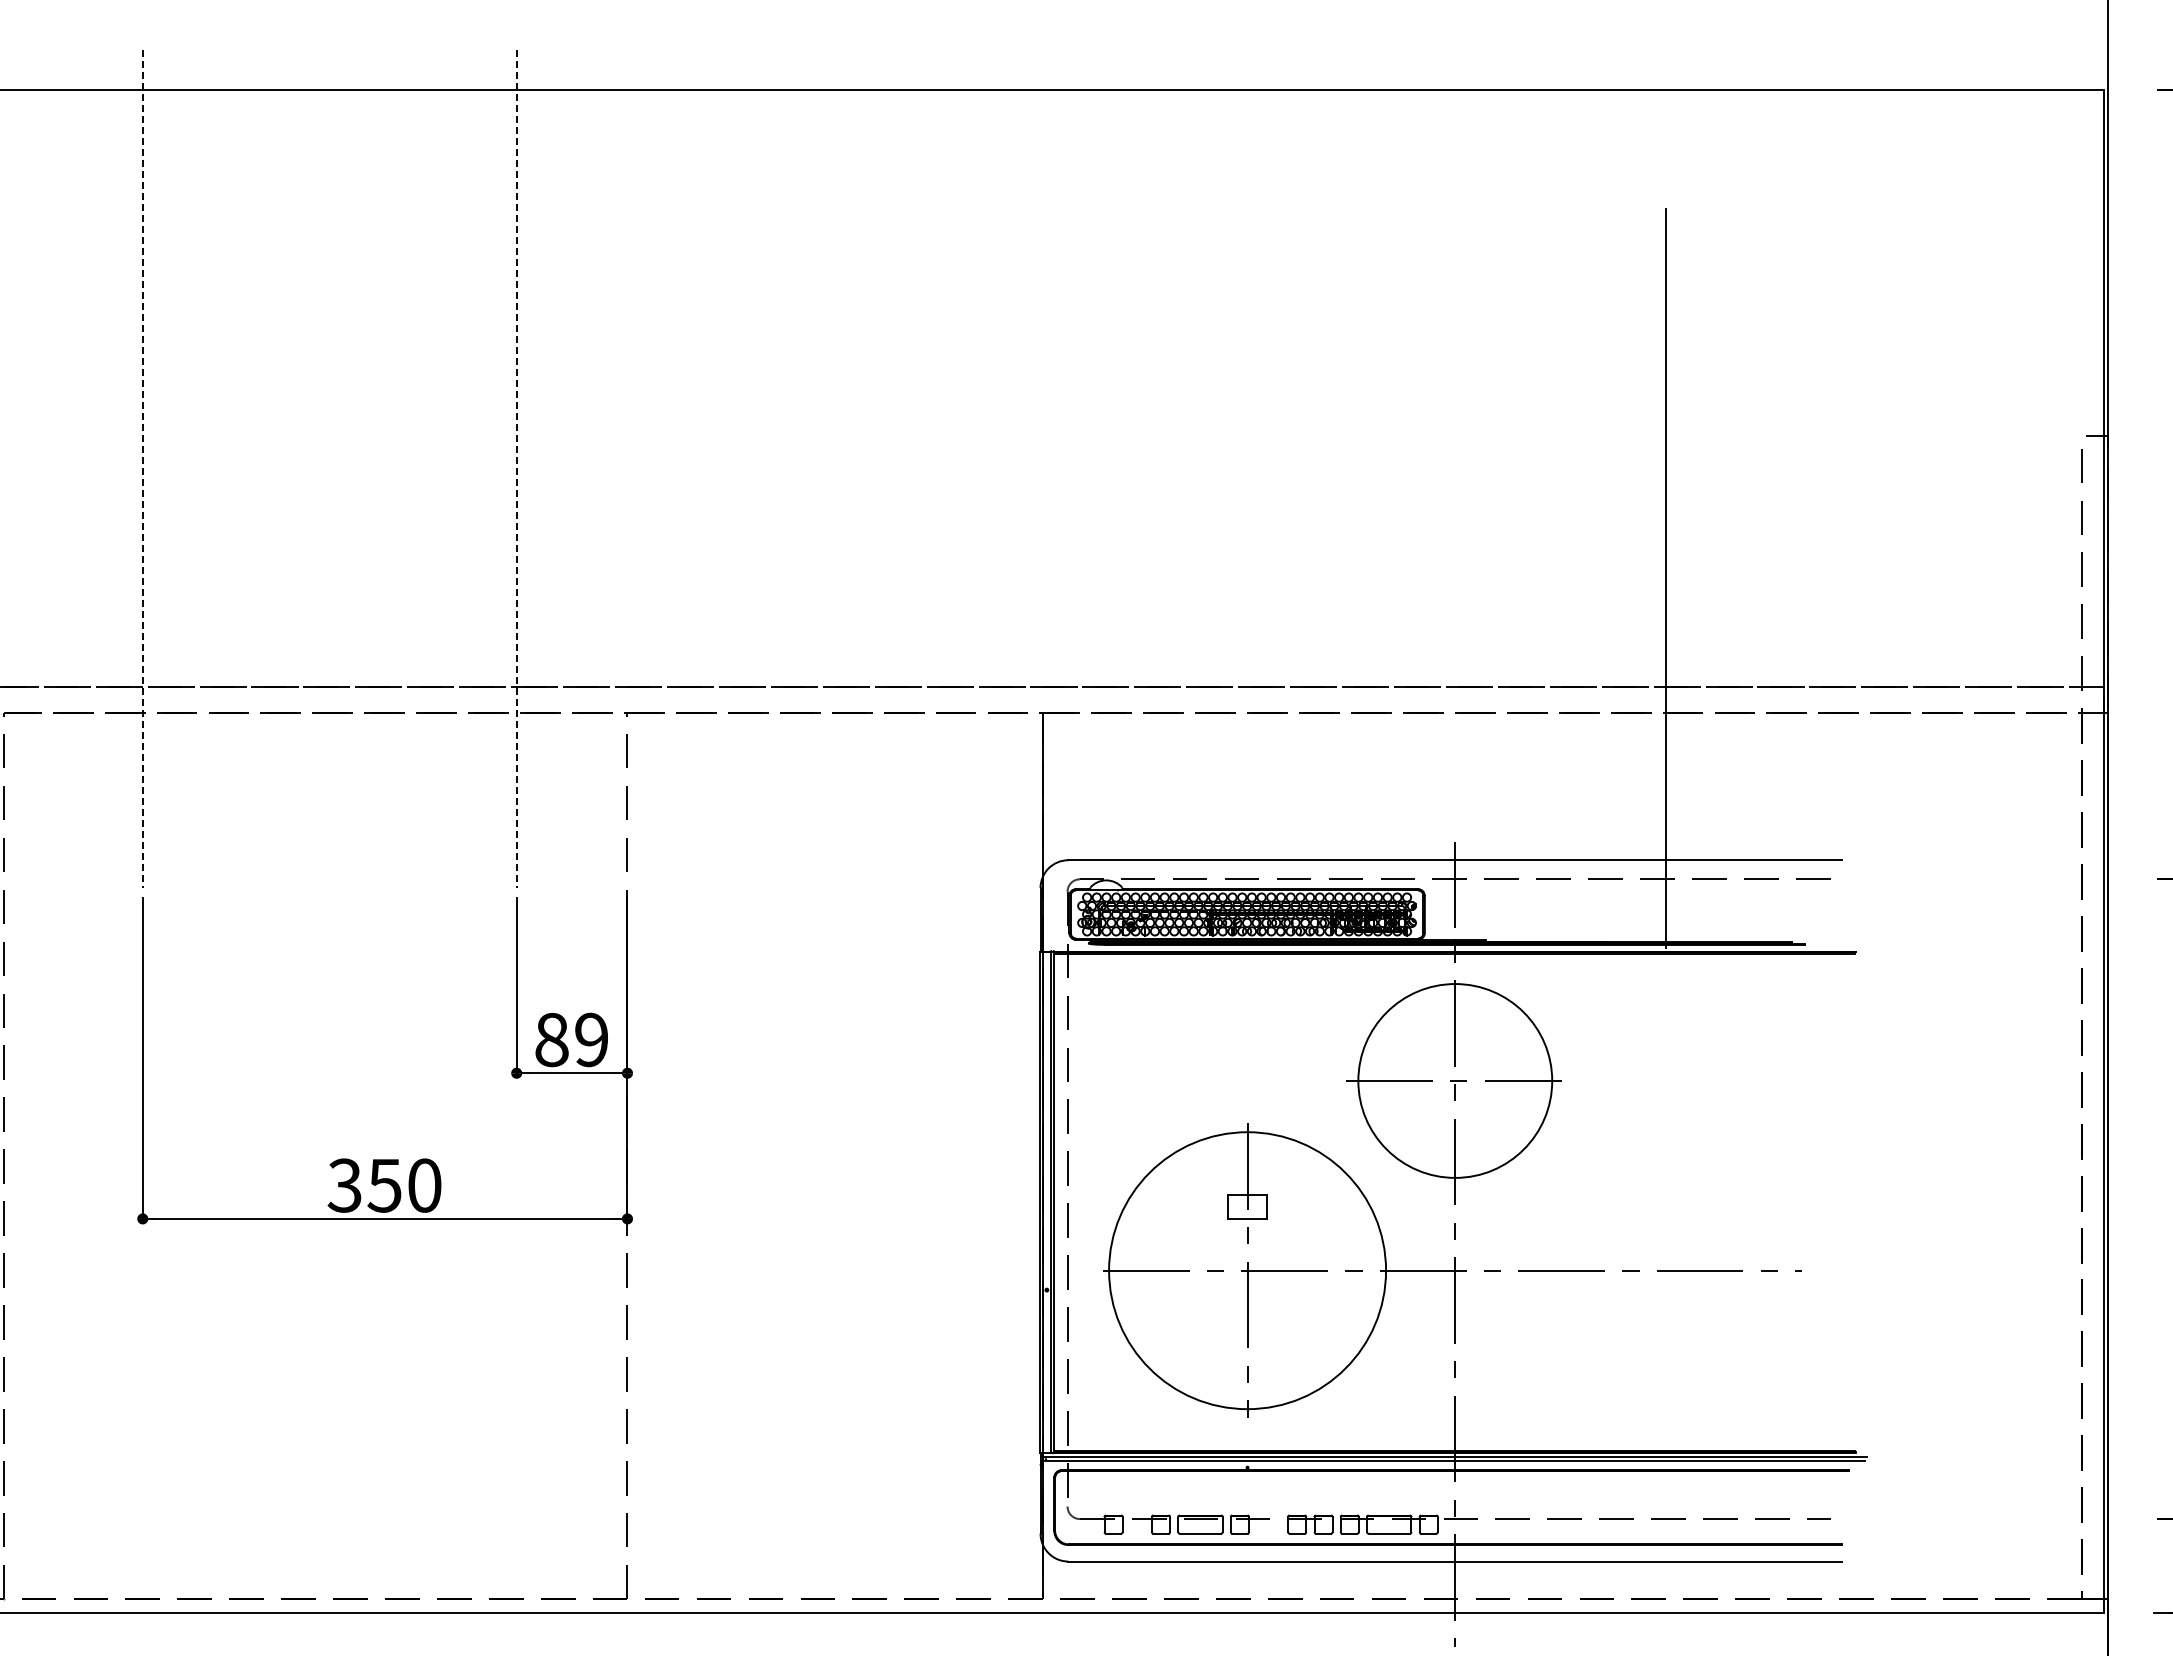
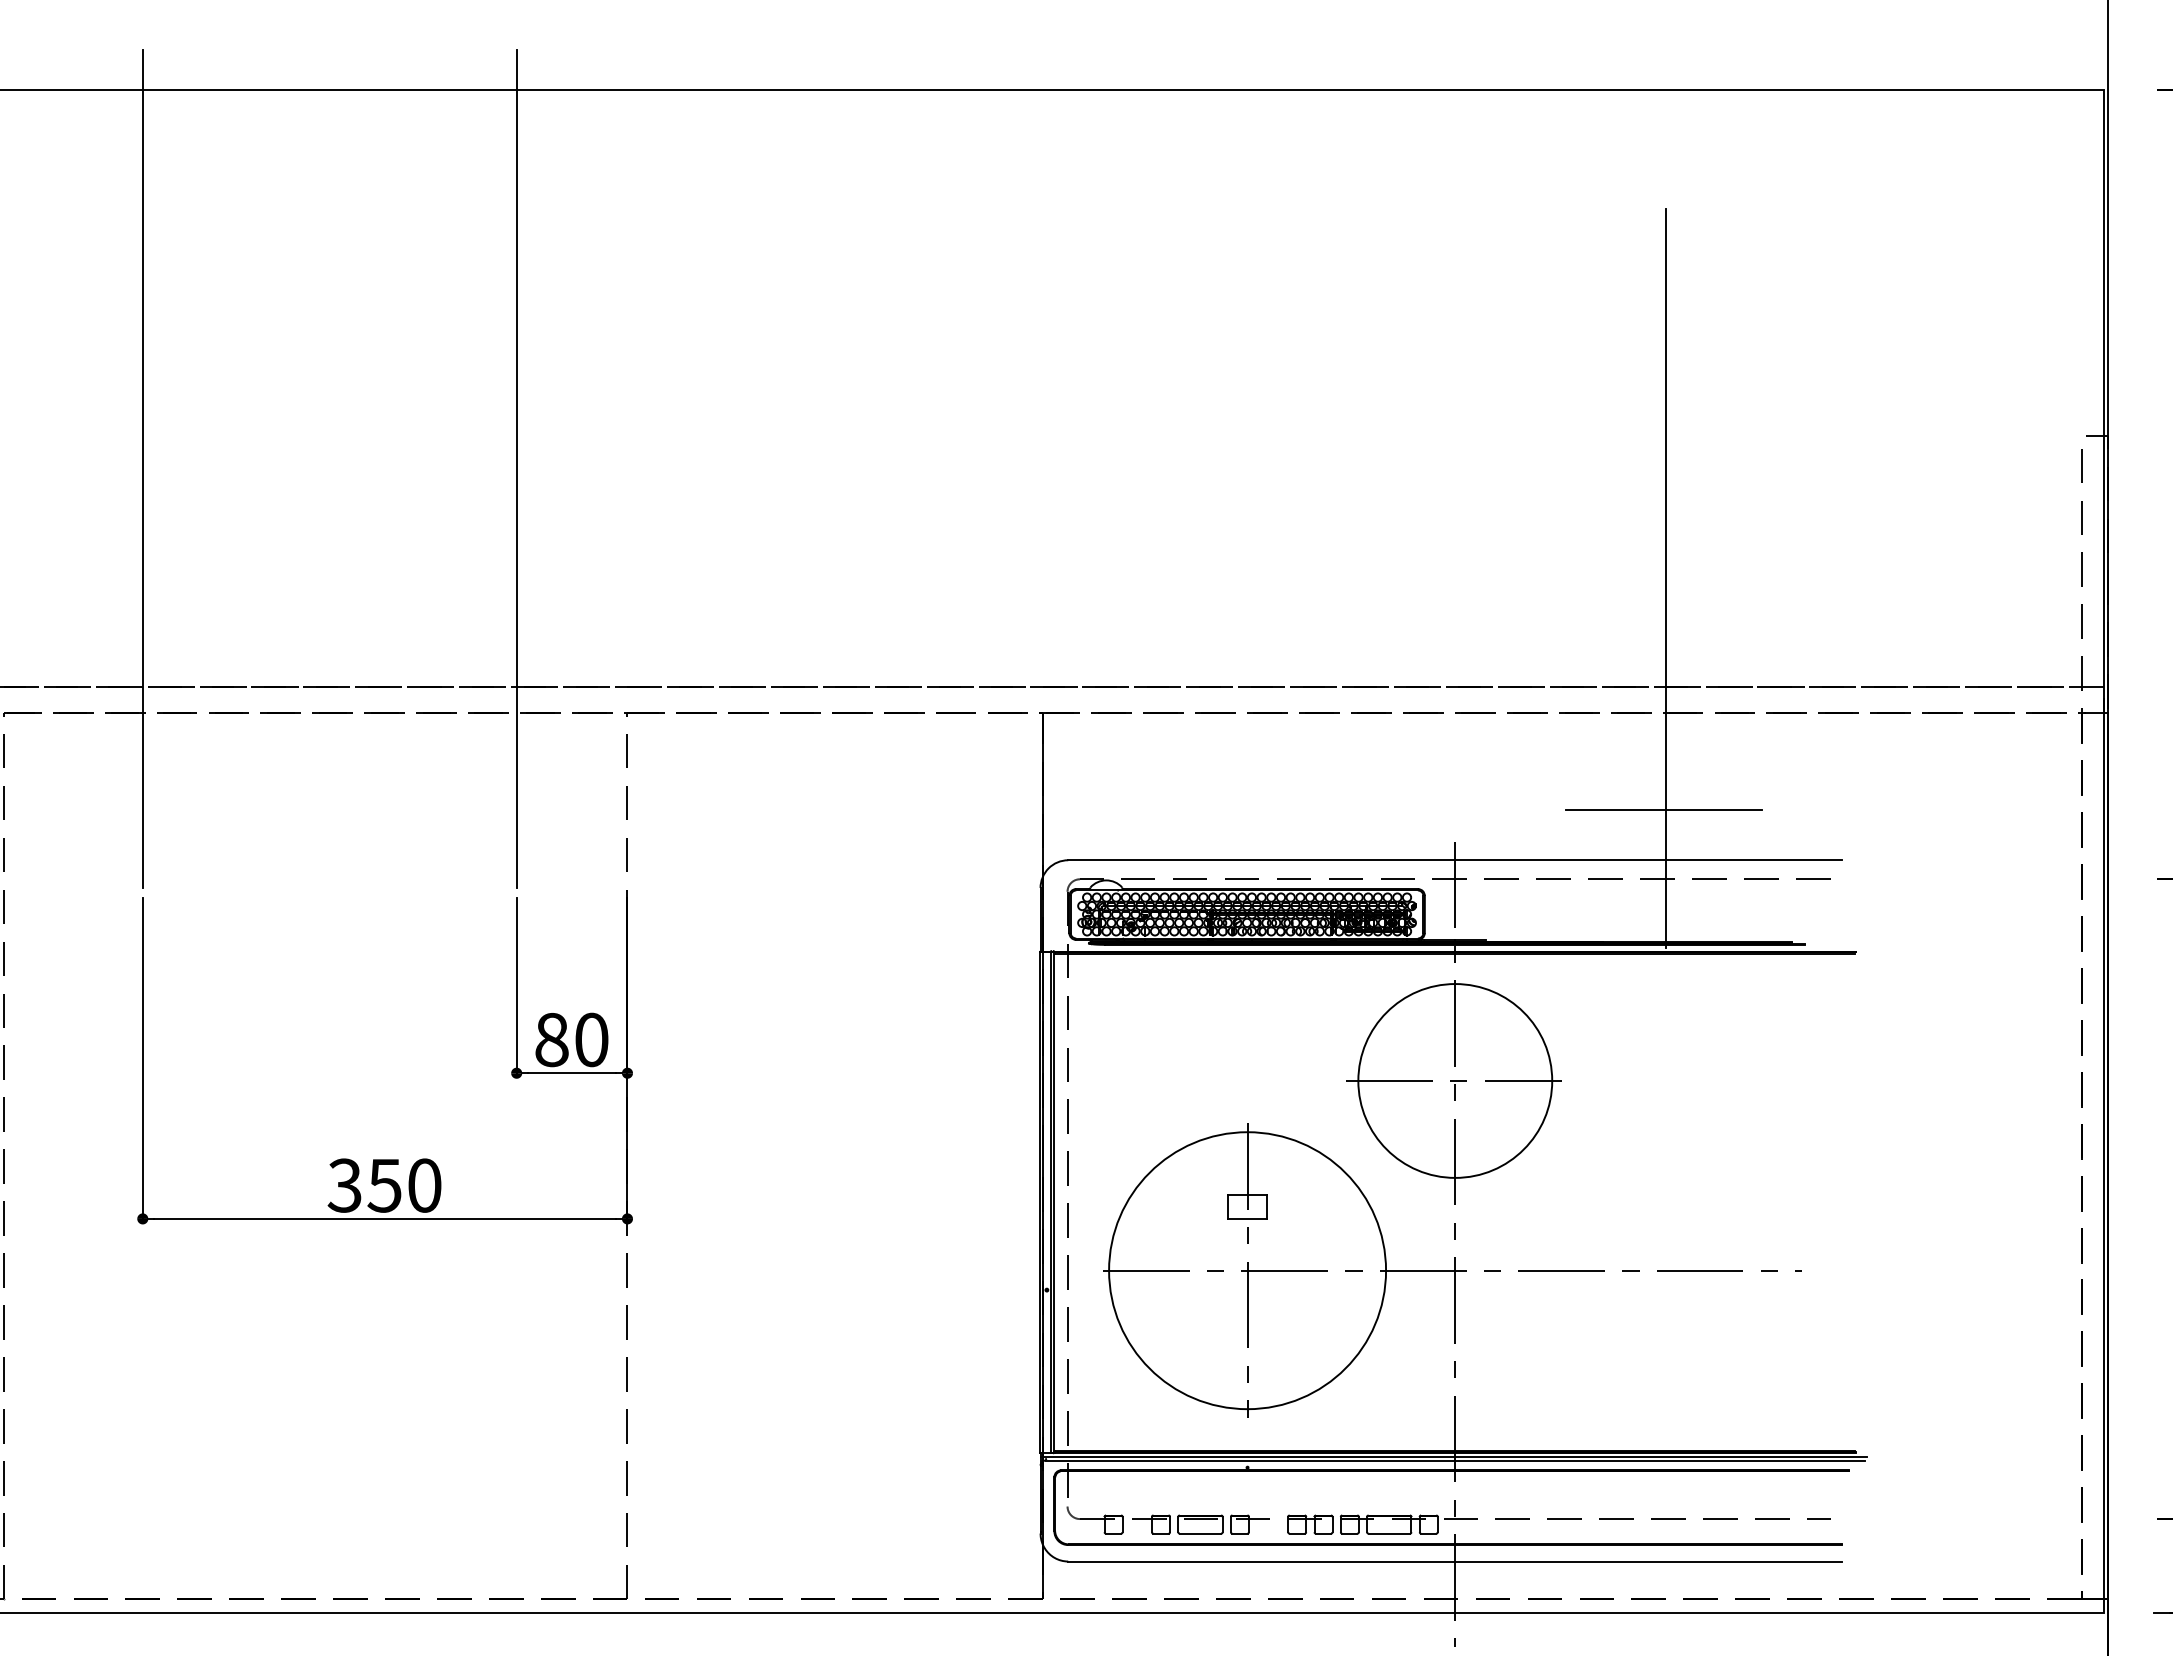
line at (142, 468): dashed -> solid
line at (516, 468): dashed -> solid
line at (1663, 810): none -> present
text at (591, 1039): 89 -> 80
